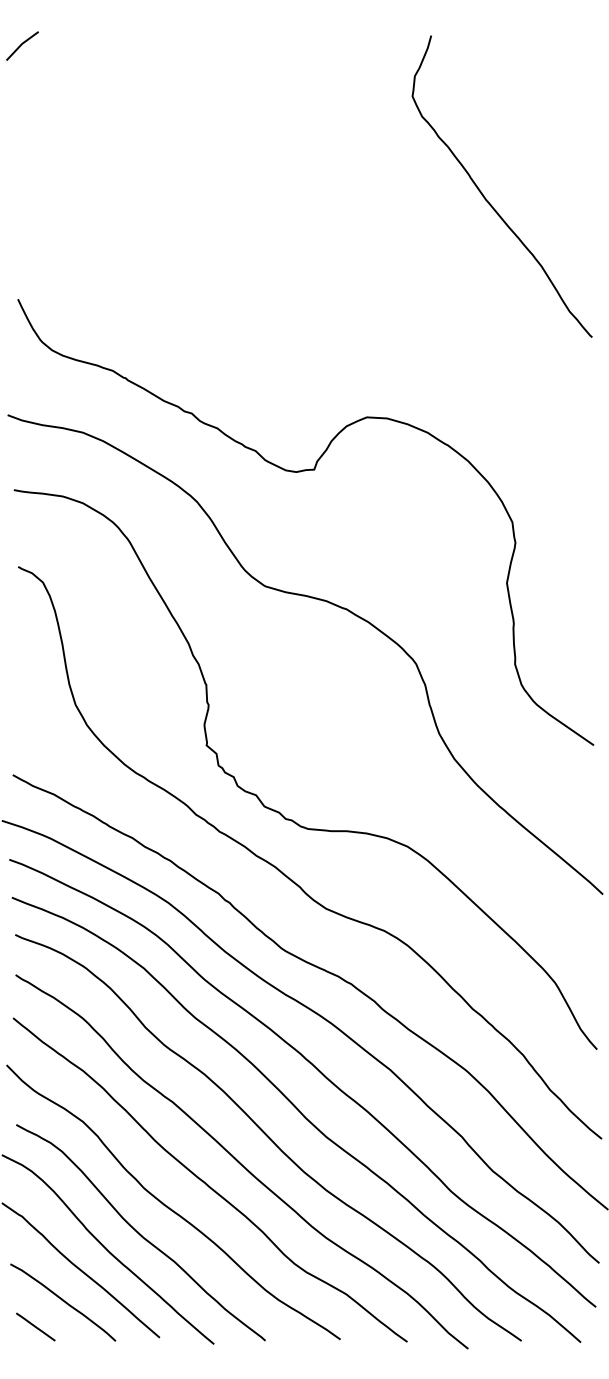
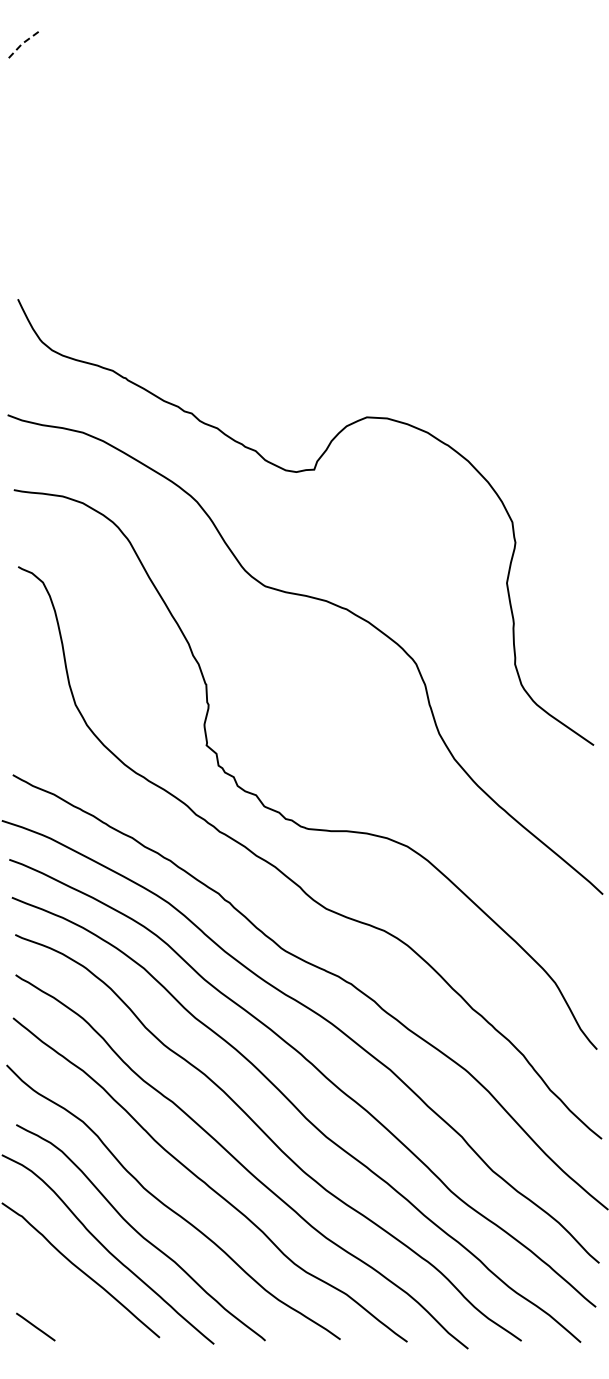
line at (21, 44): solid -> dashed
curve at (486, 198): present -> none
curve at (63, 1301): present -> none
